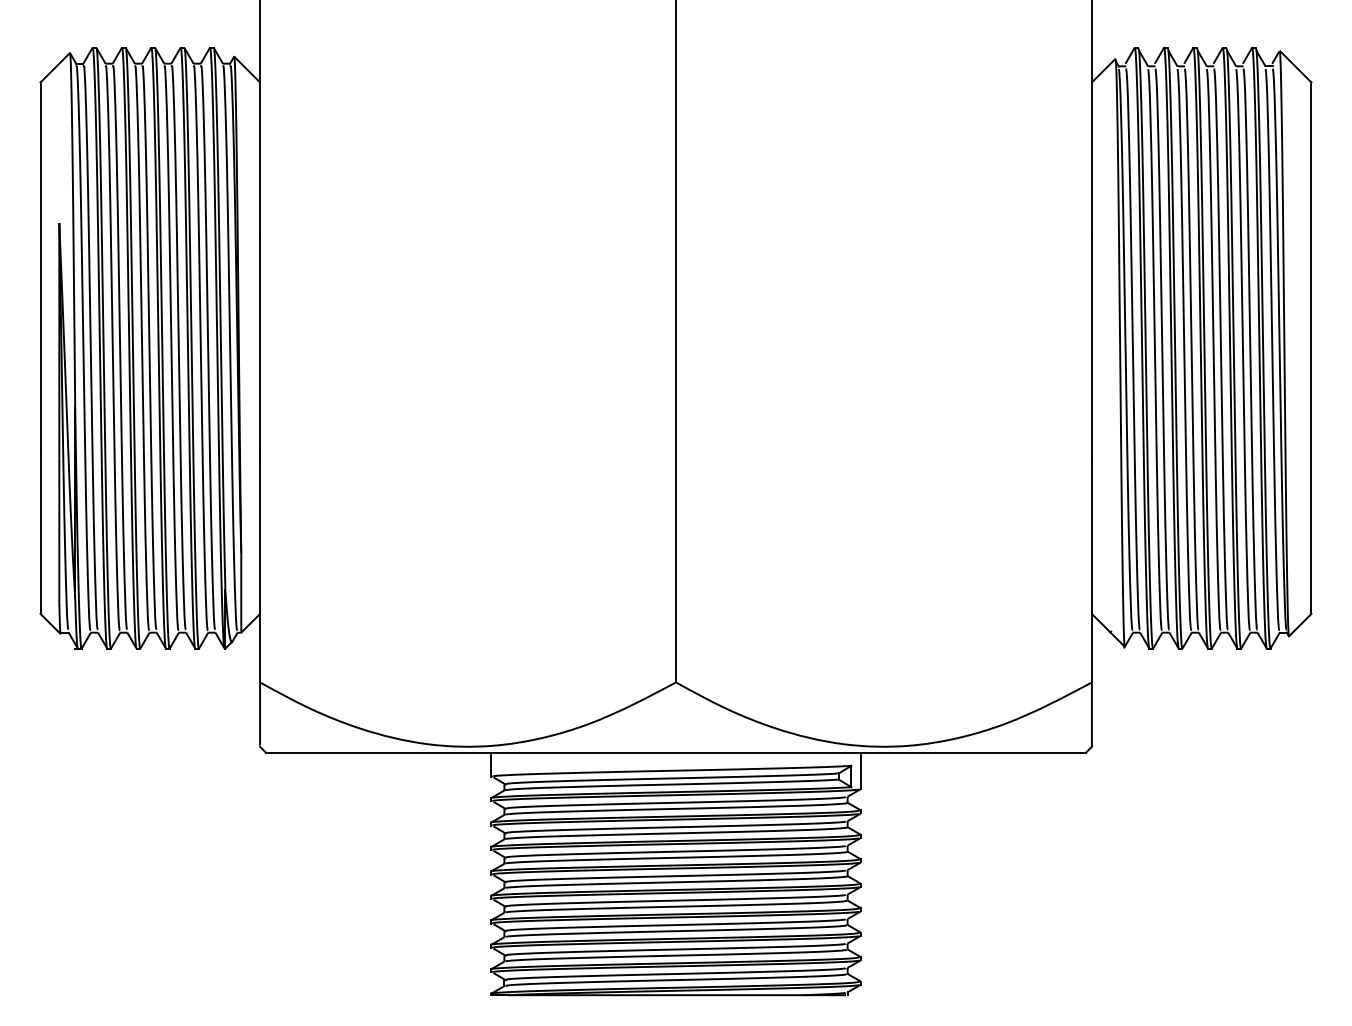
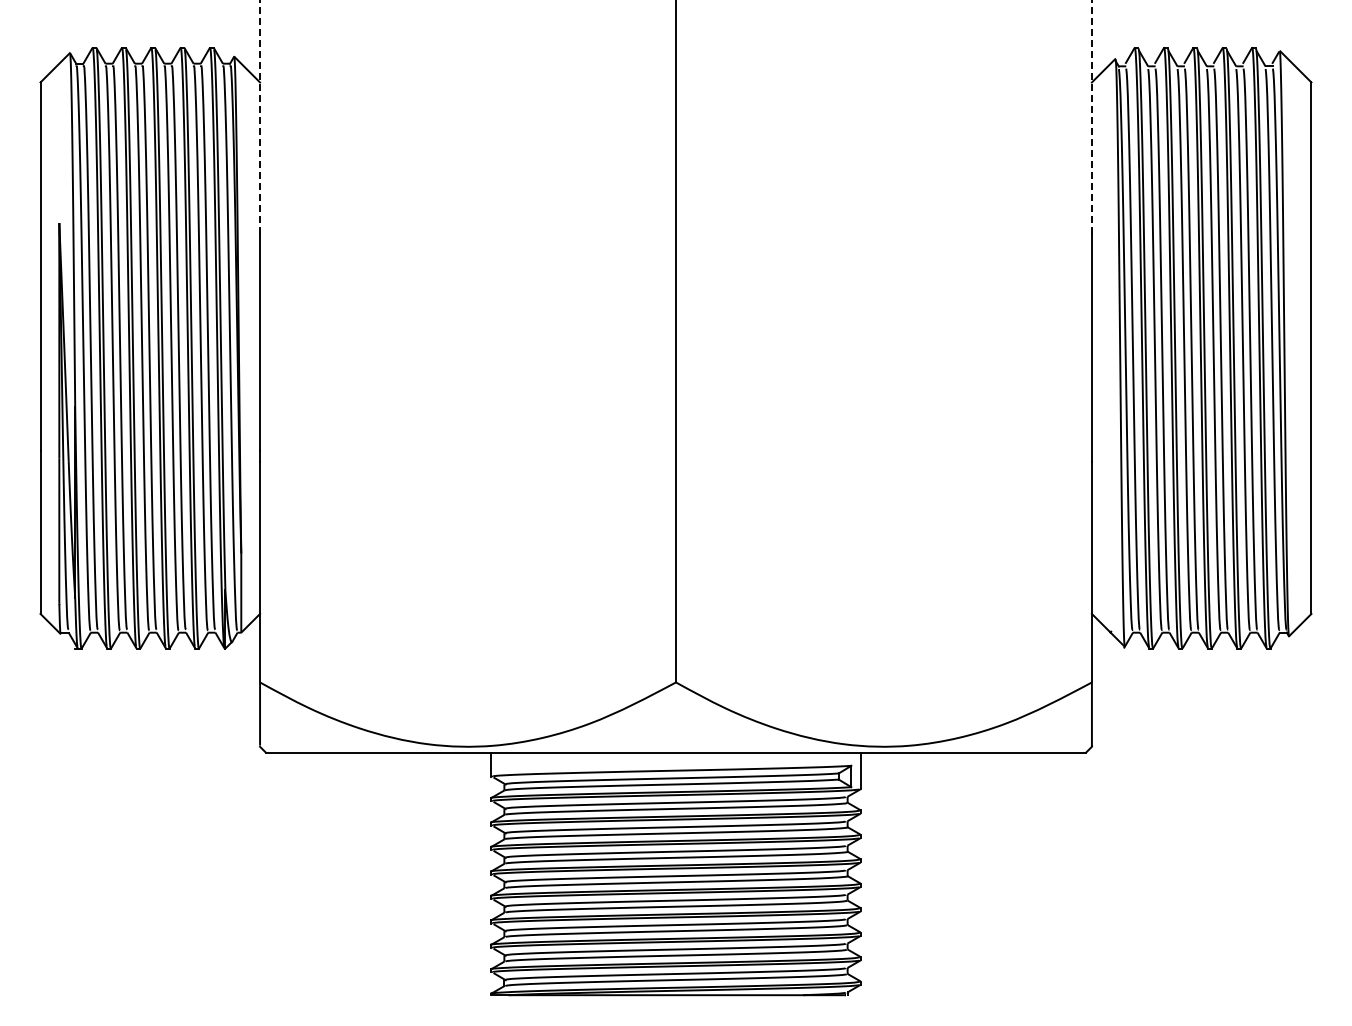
line at (260, 117): solid -> dashed
line at (1091, 117): solid -> dashed
